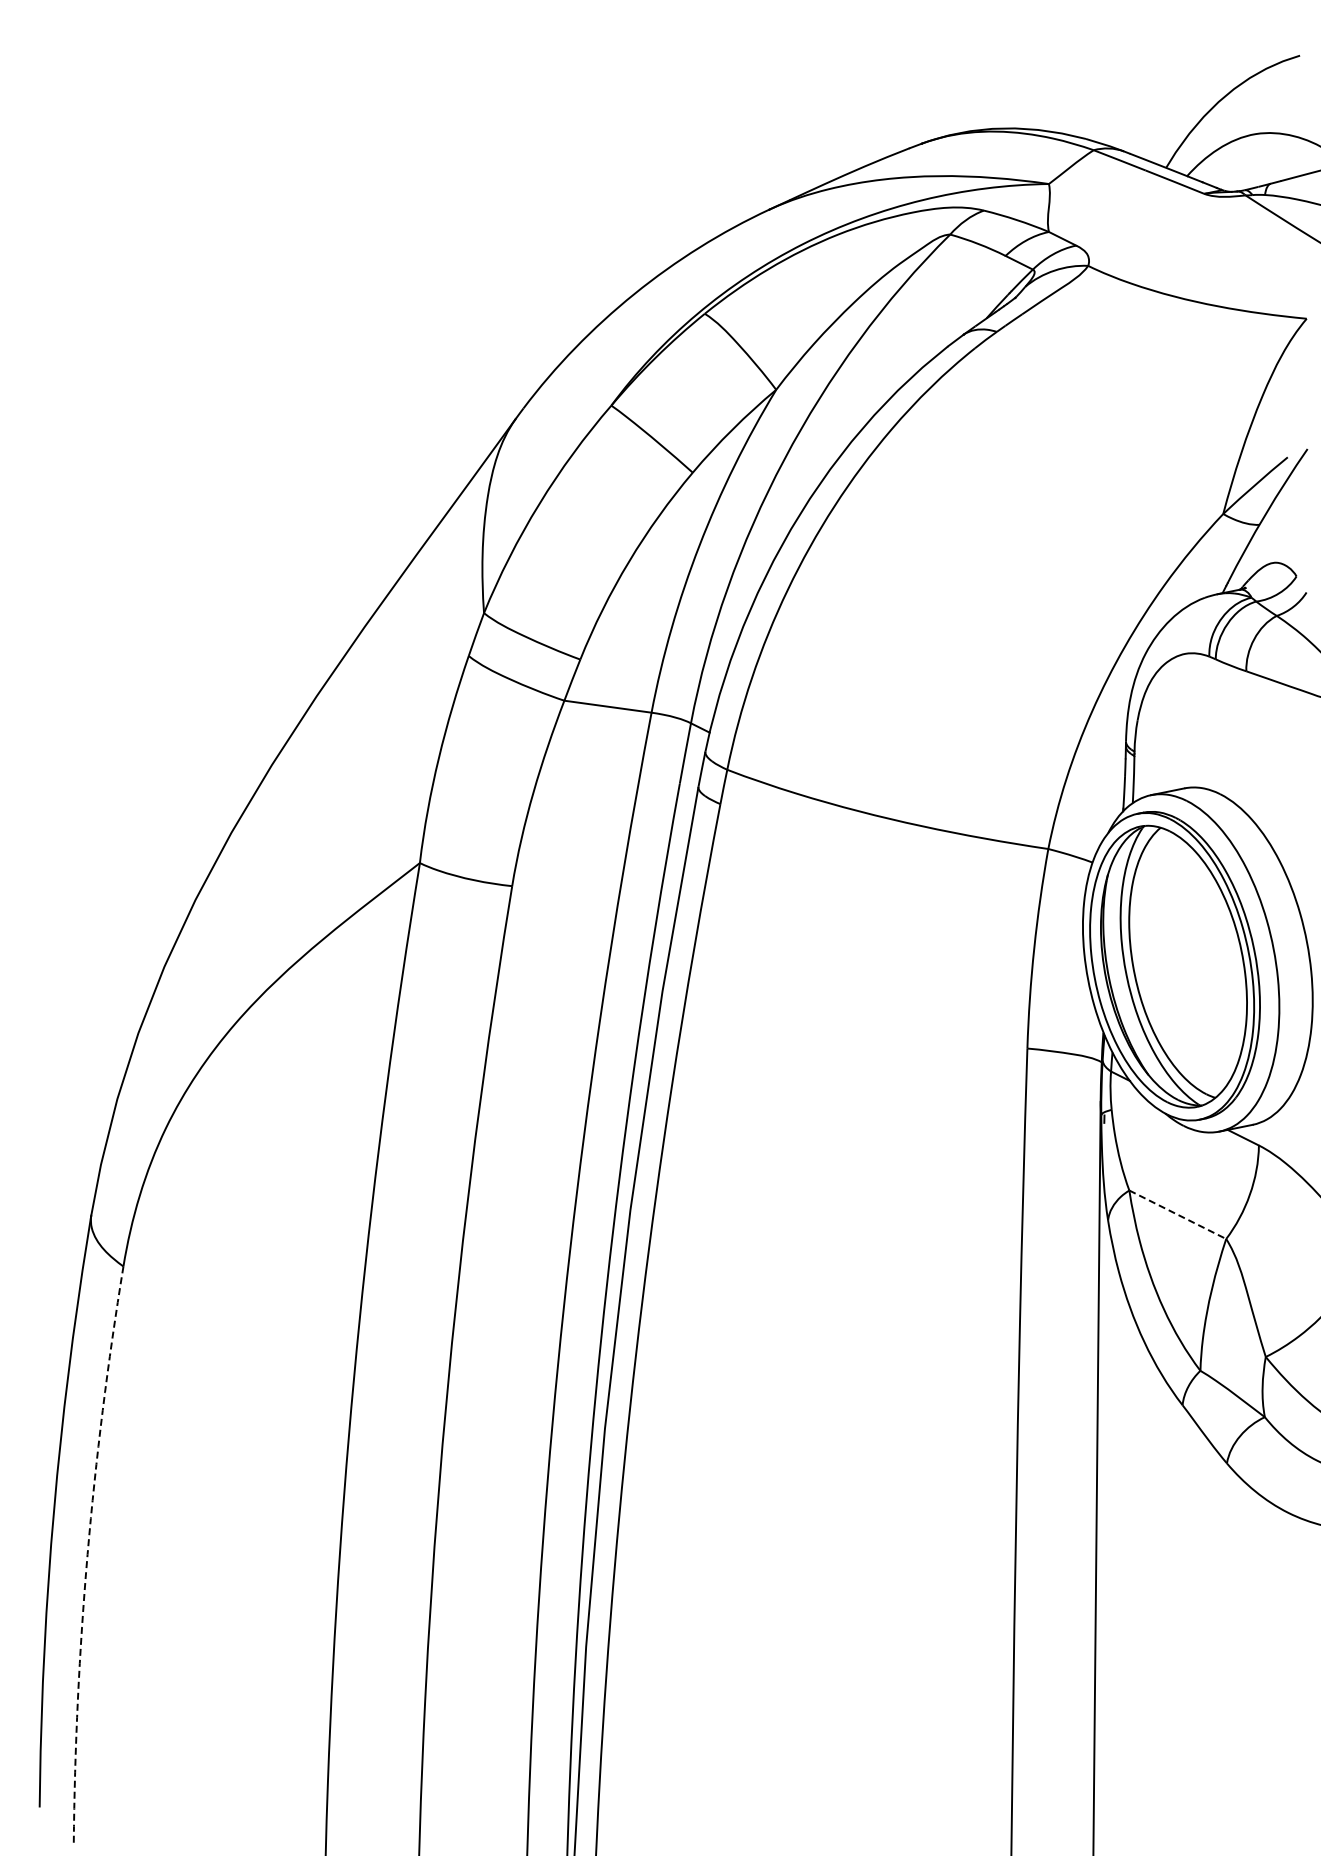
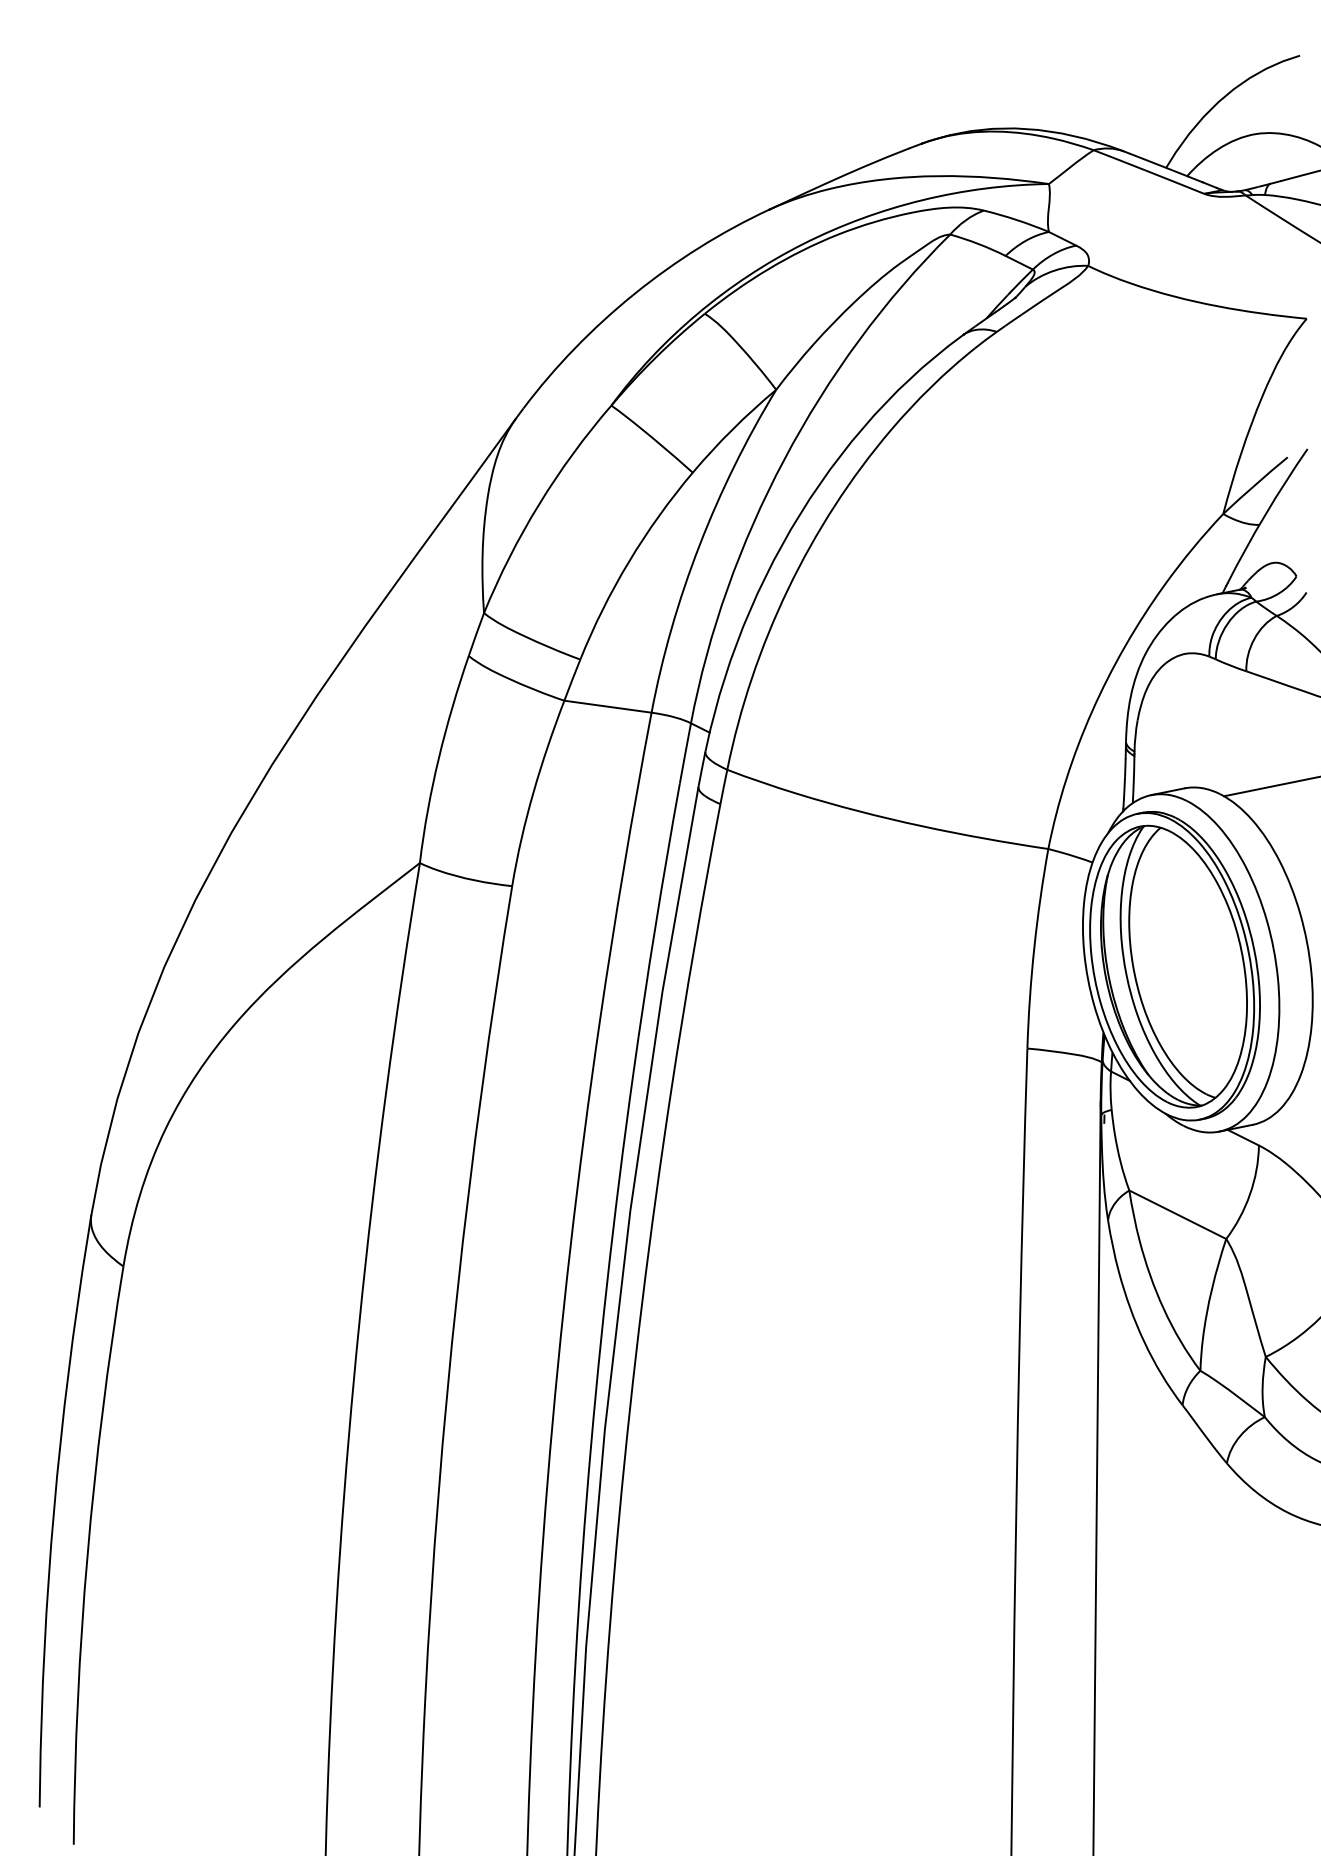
line at (1270, 786): none -> present
line at (1178, 1214): dashed -> solid
arc at (87, 1554): dashed -> solid
